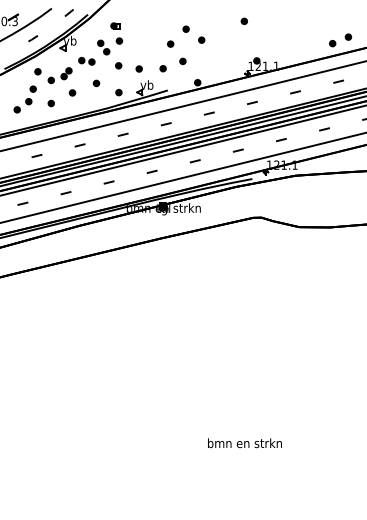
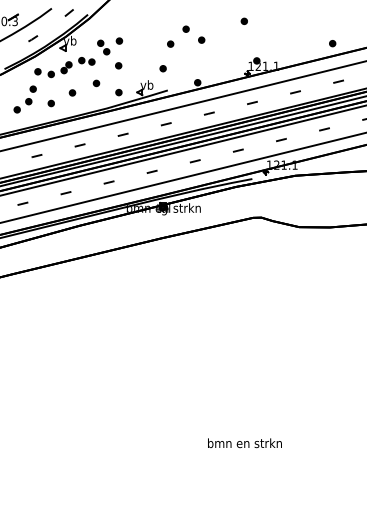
part at (115, 25): present -> none
part at (348, 36): present -> none
part at (182, 61): present -> none
part at (138, 68): present -> none
part at (59, 75) position: (59, 75) -> (59, 69)
